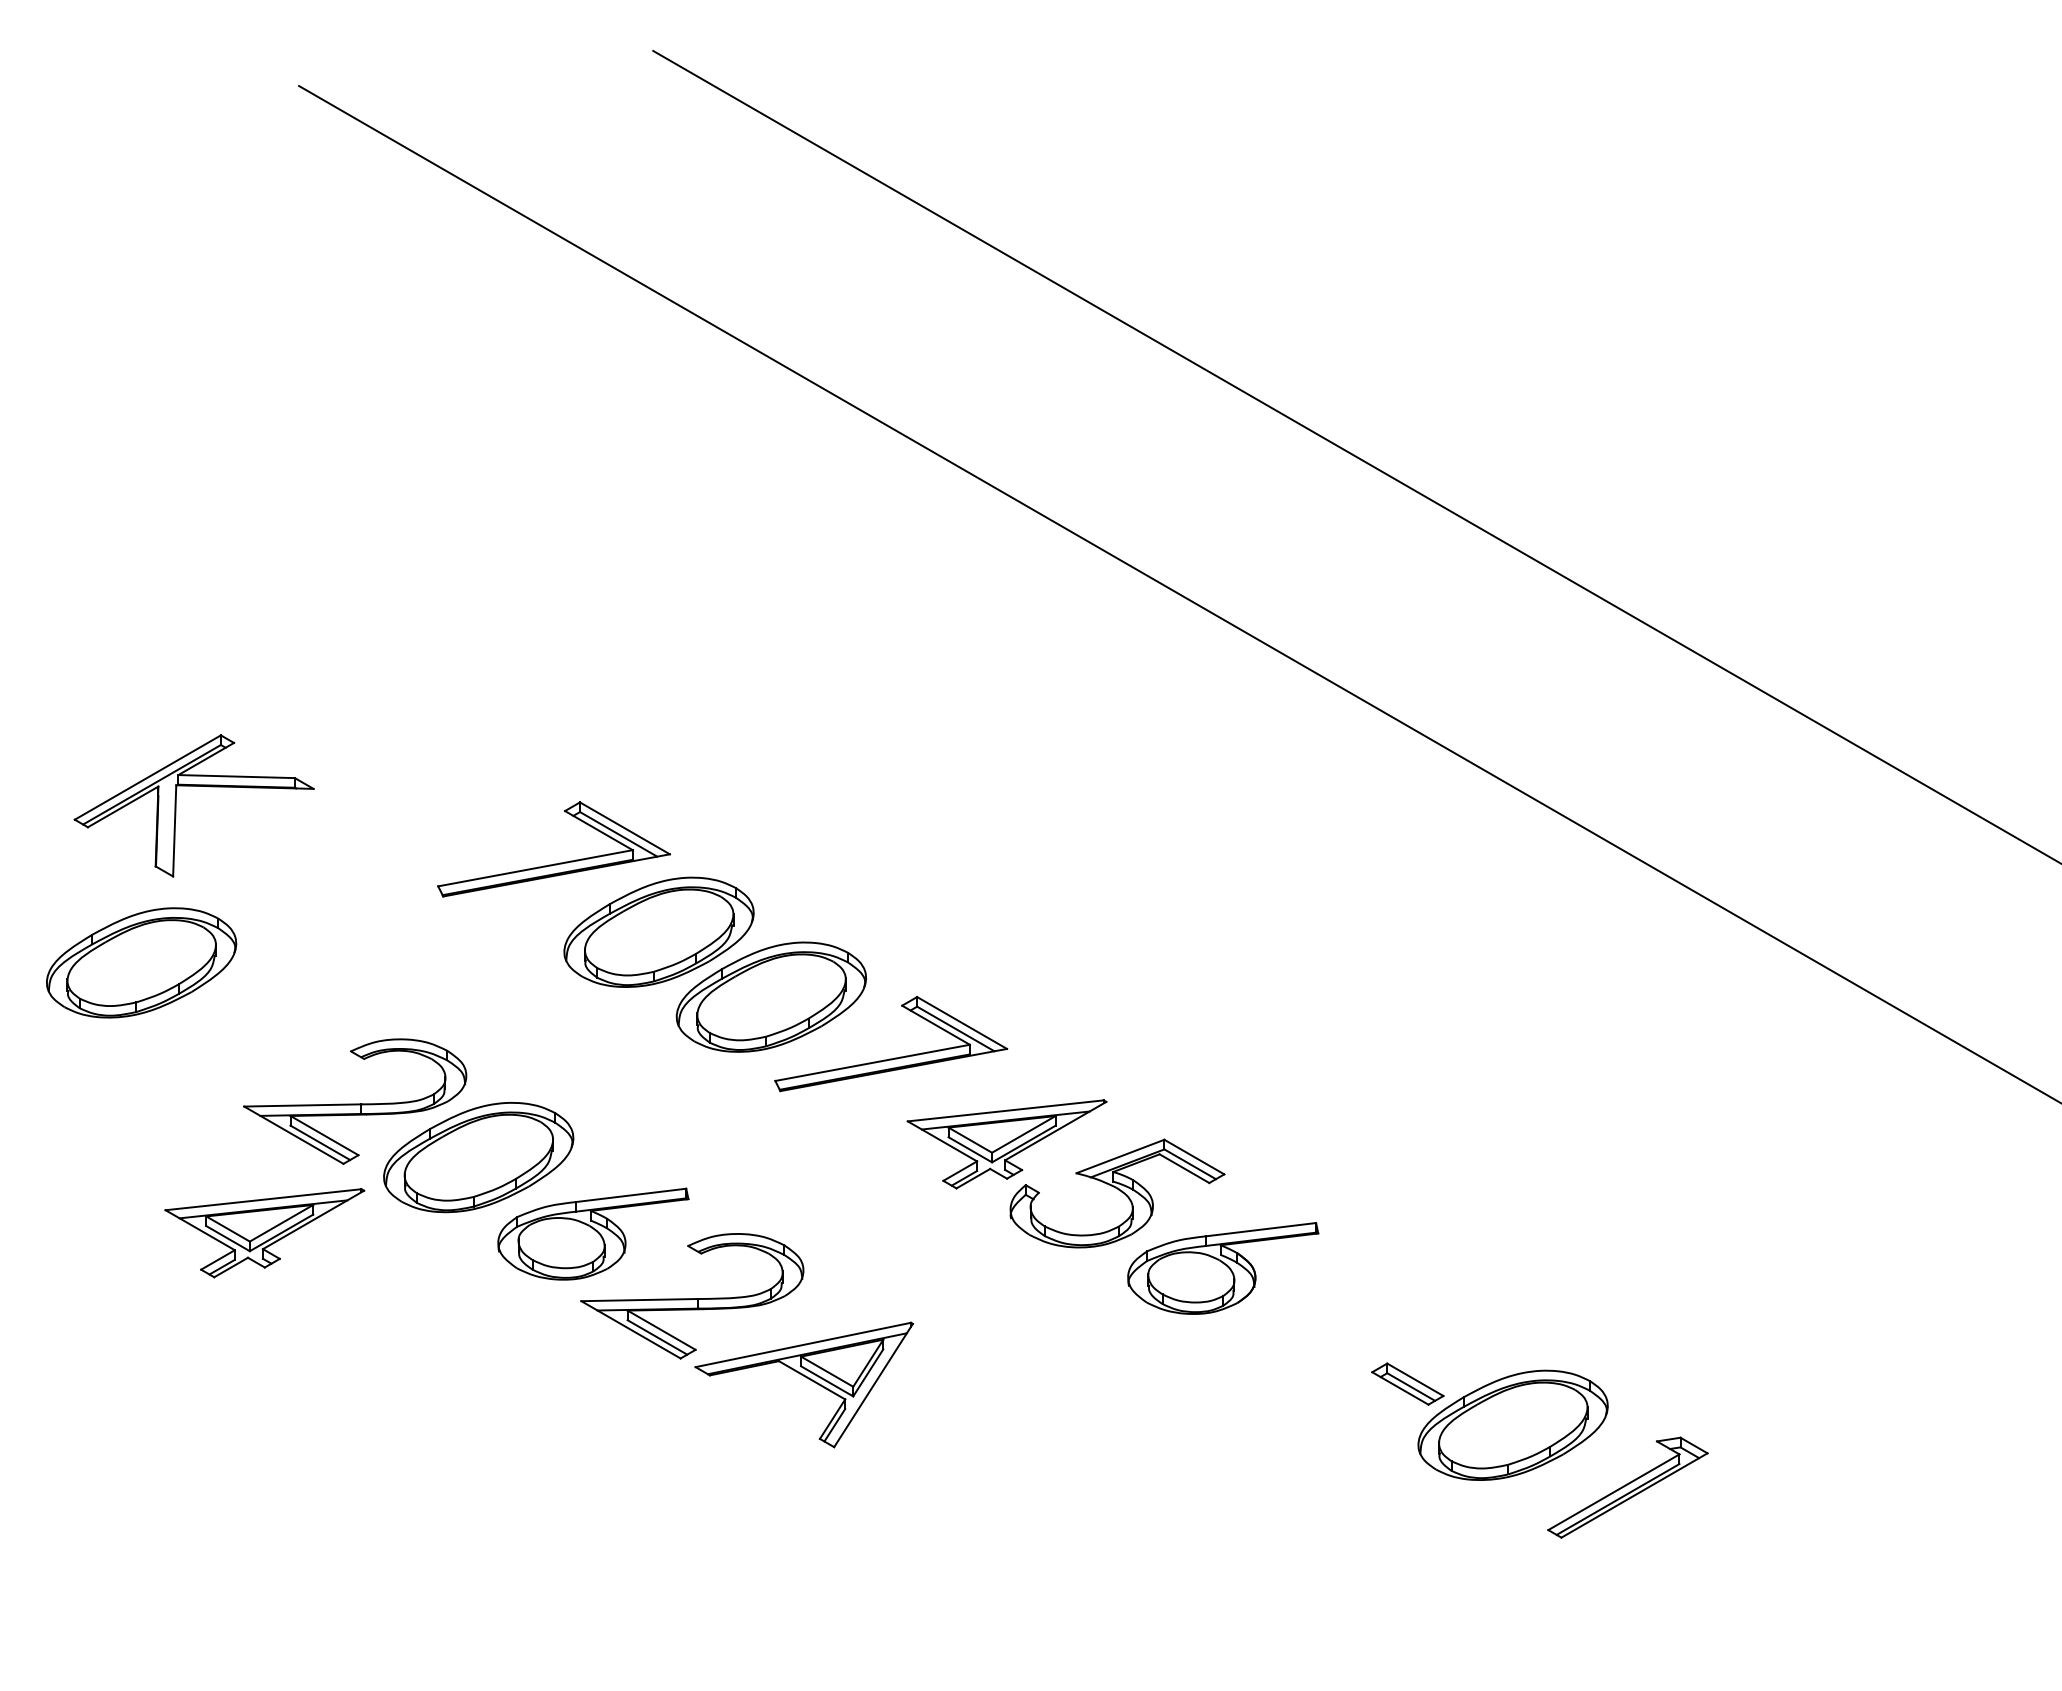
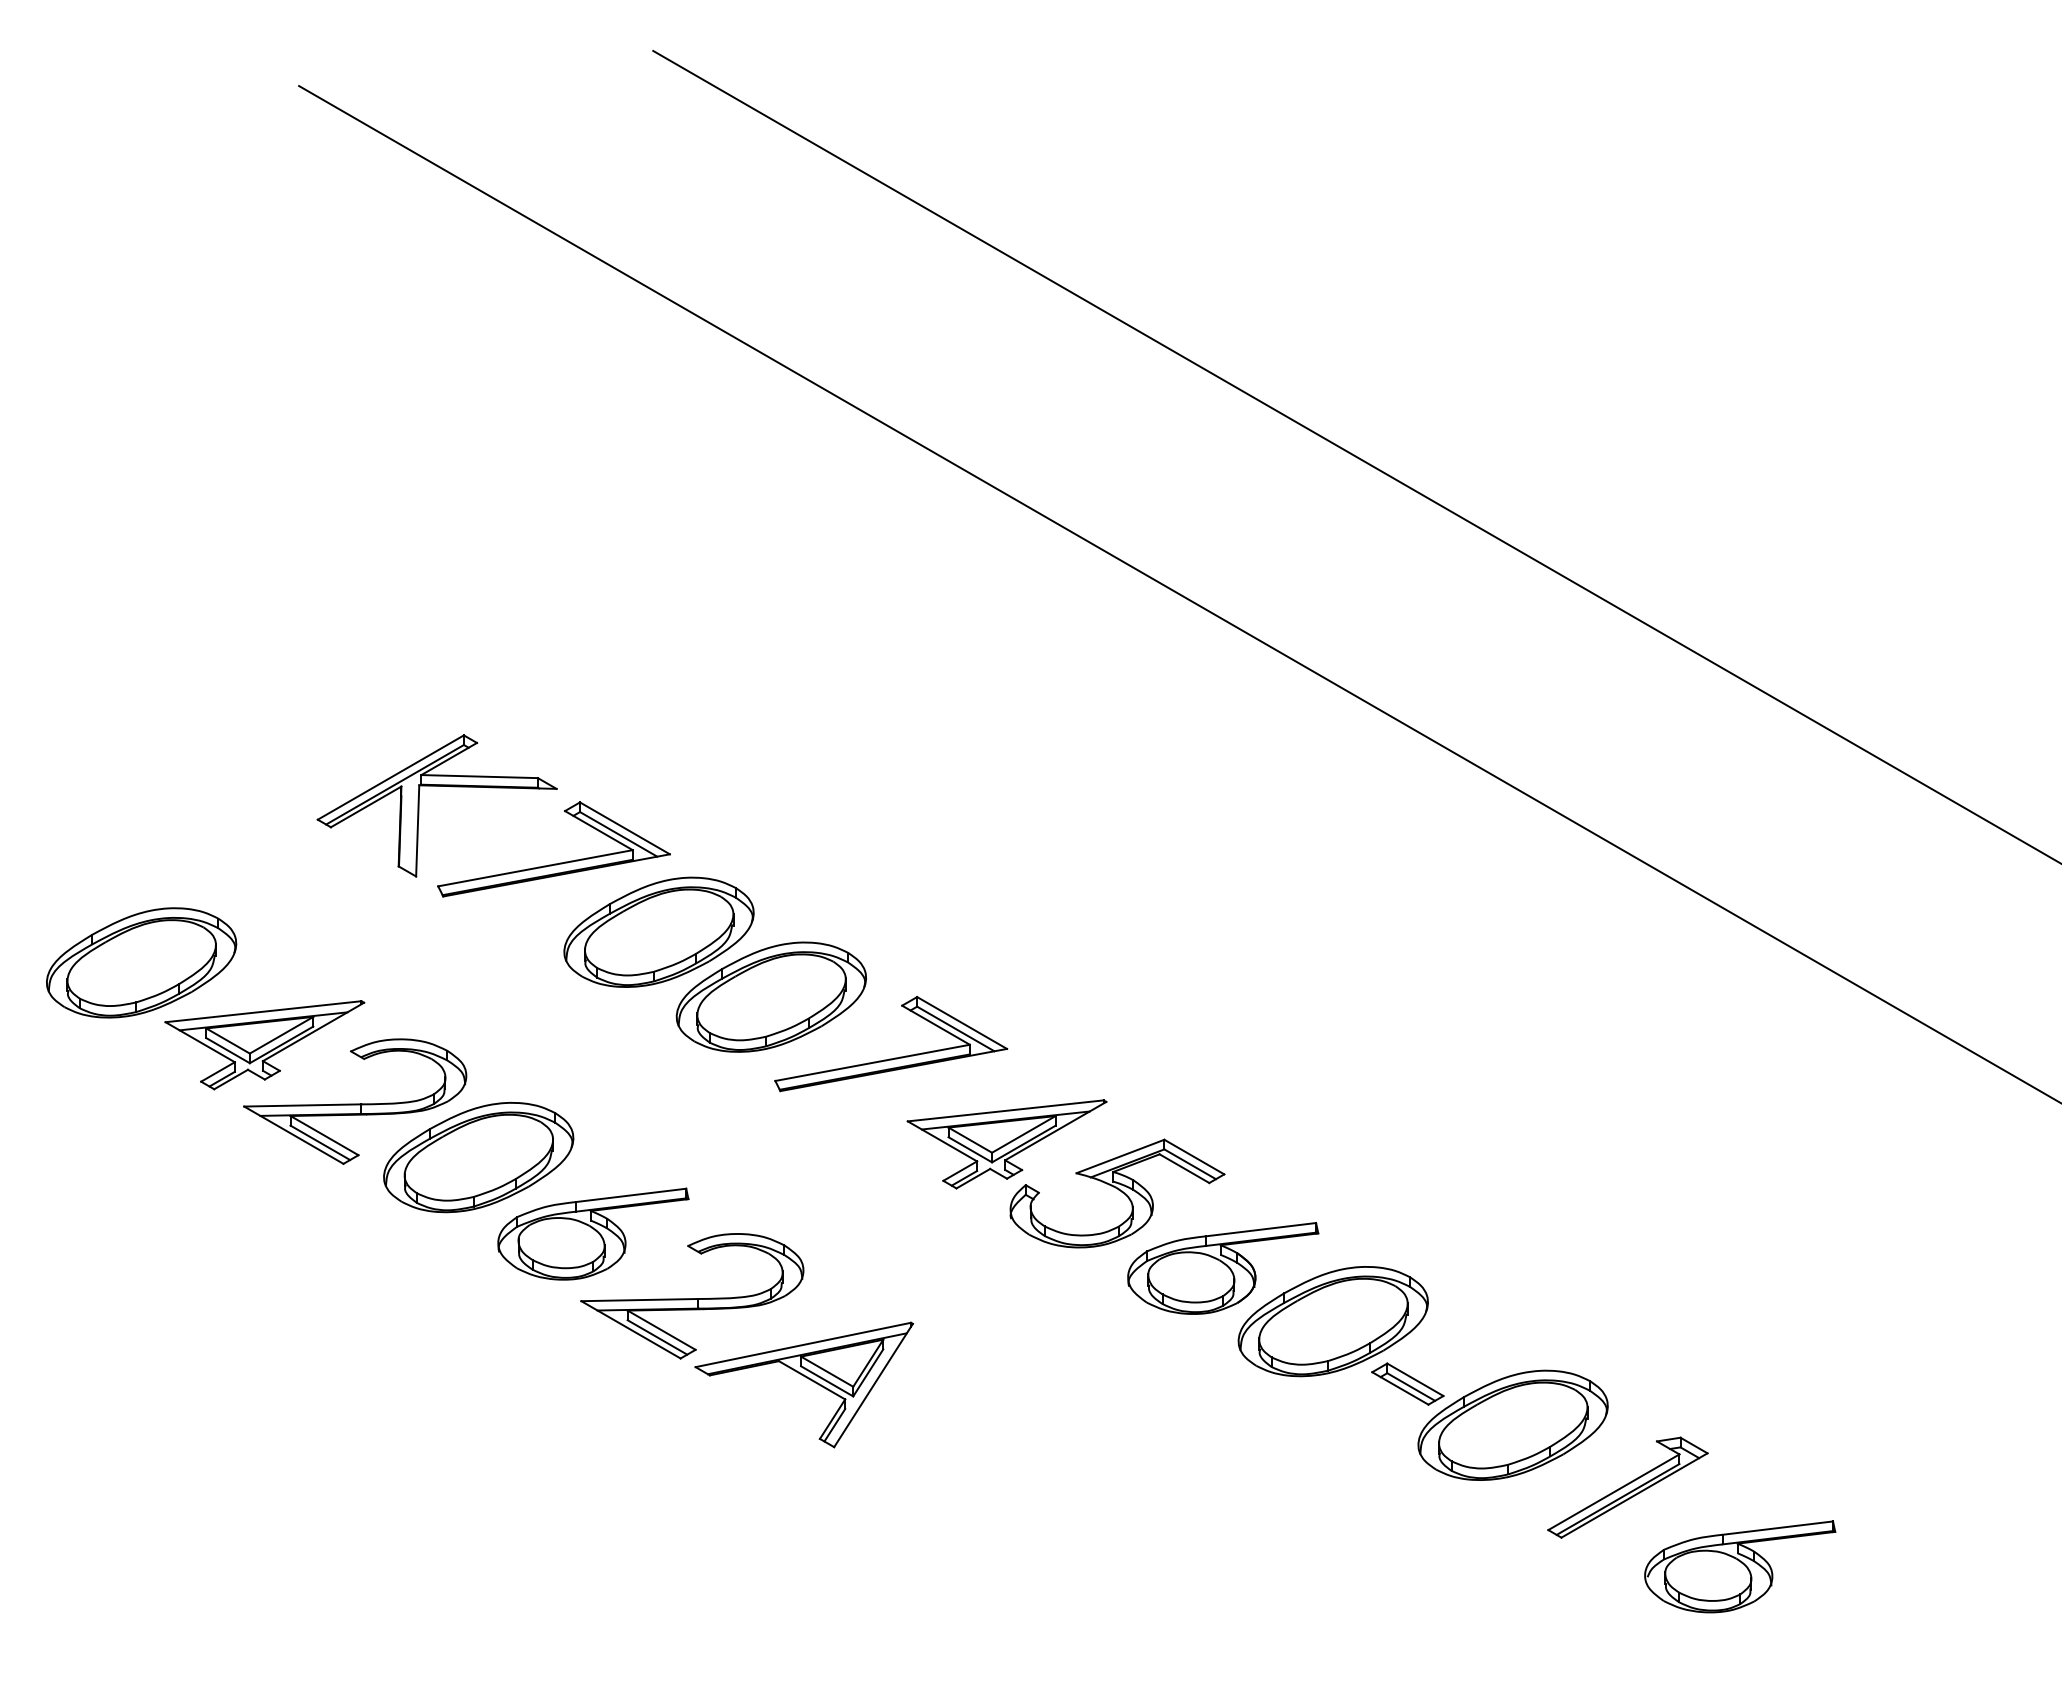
part at (176, 805) position: (176, 805) -> (419, 805)
part at (264, 1233) position: (264, 1233) -> (264, 1045)
part at (1332, 1321): none -> present
part at (1740, 1566): none -> present
